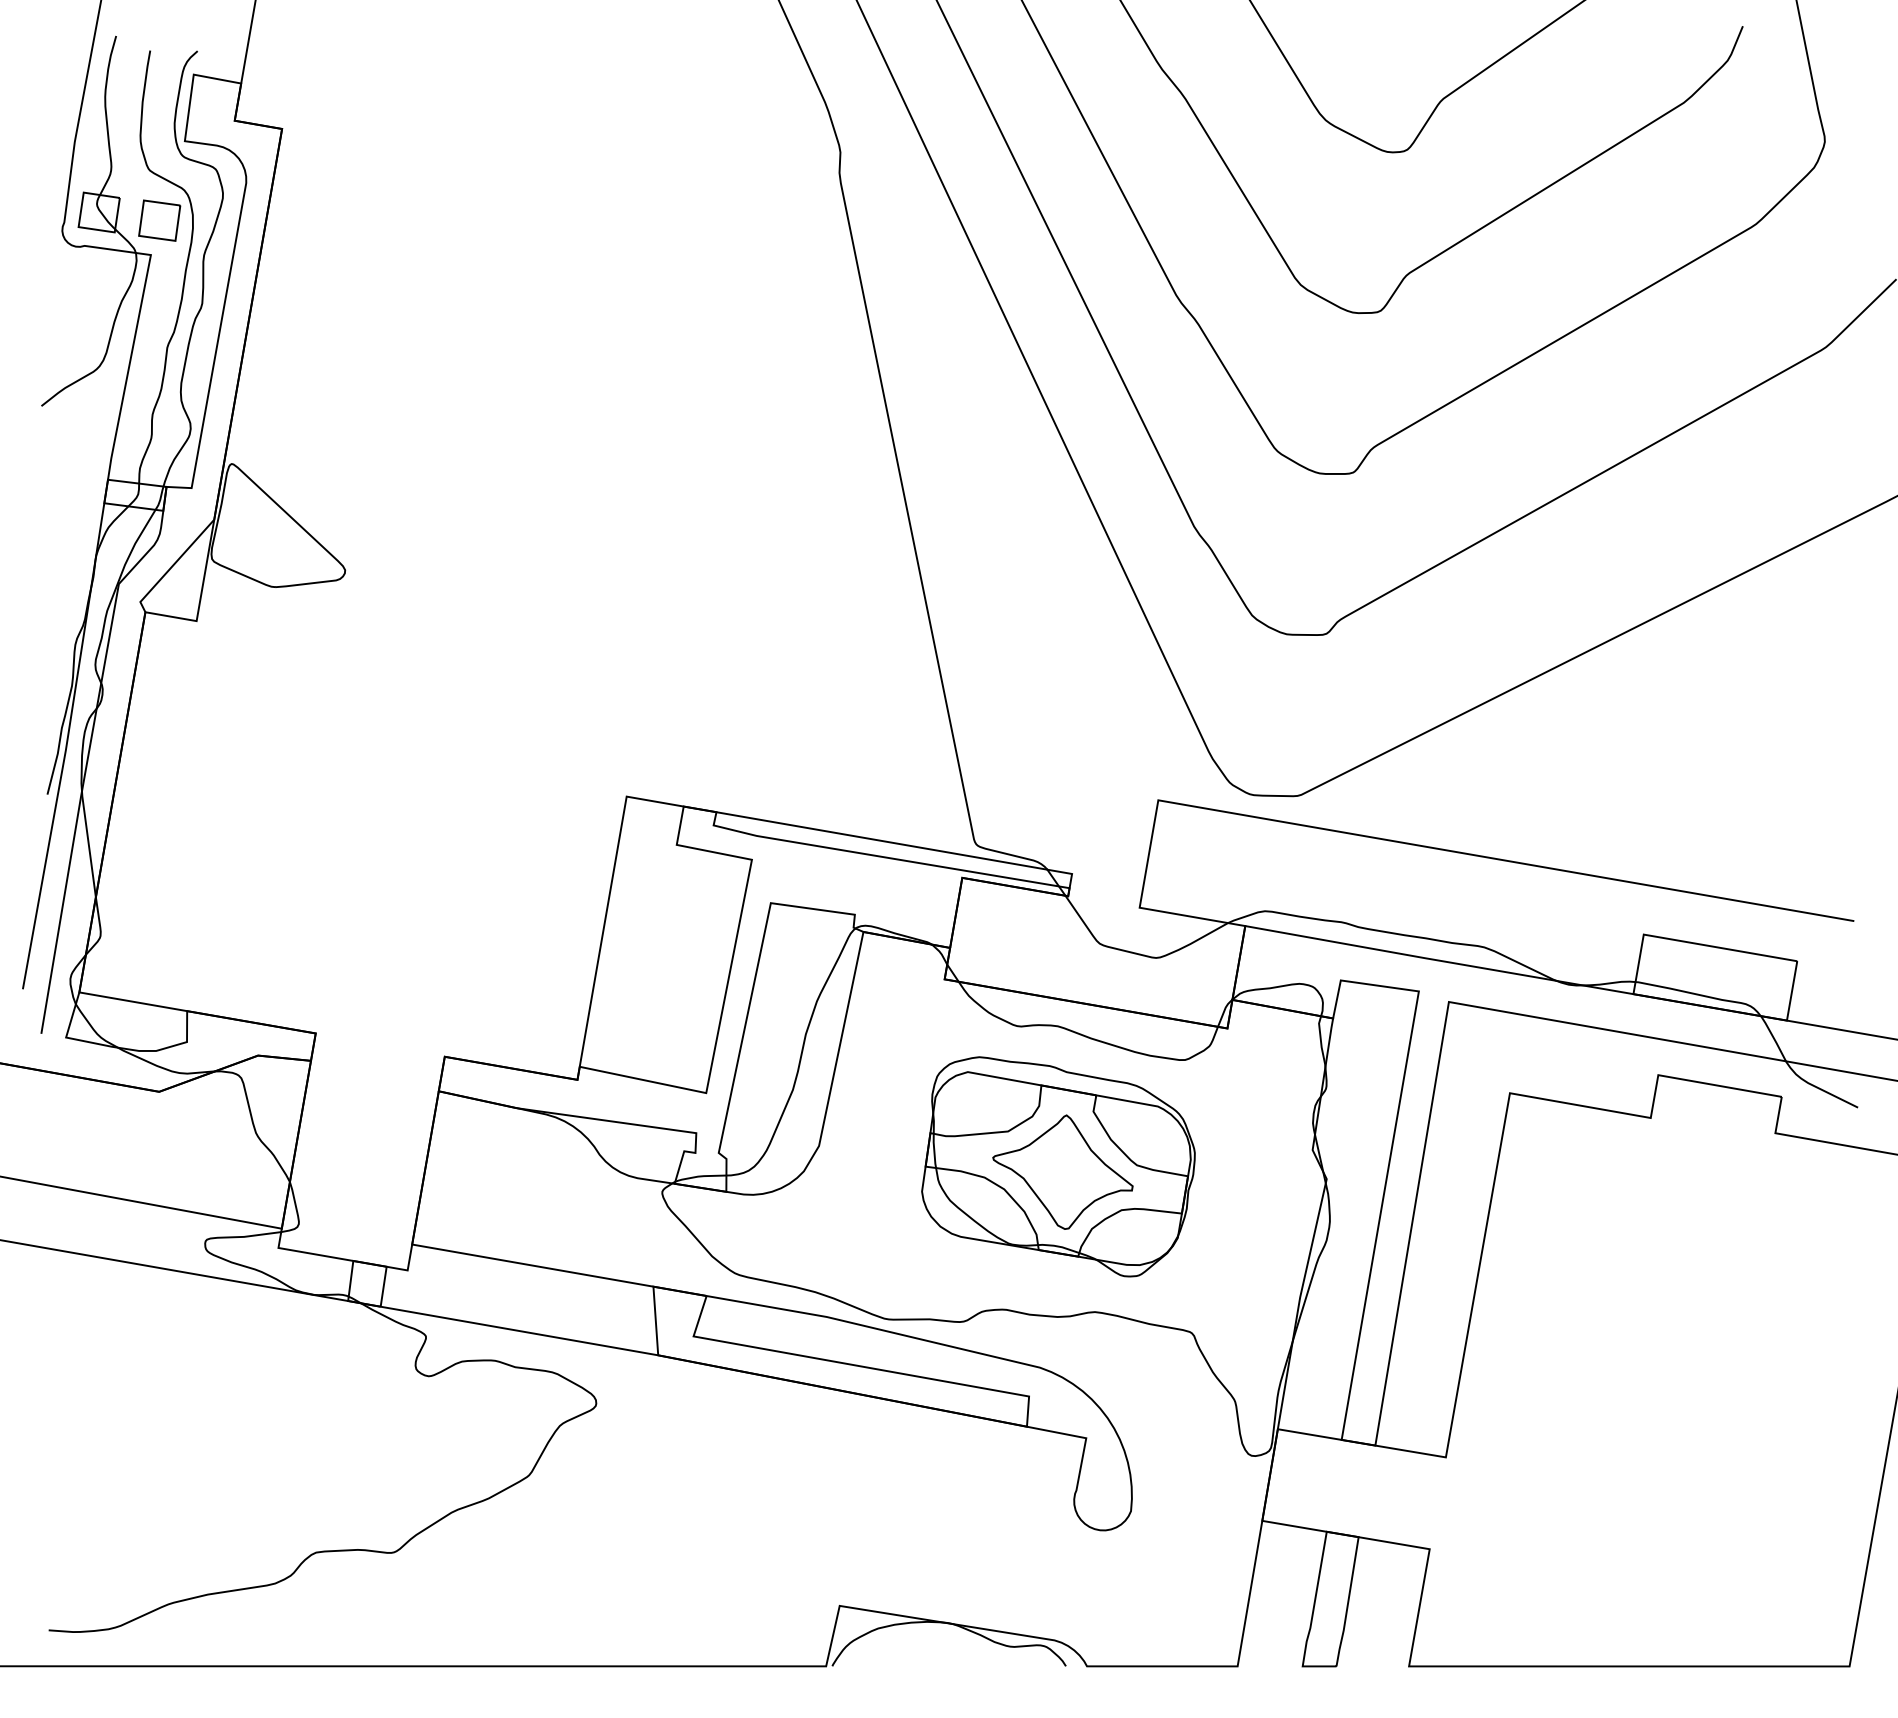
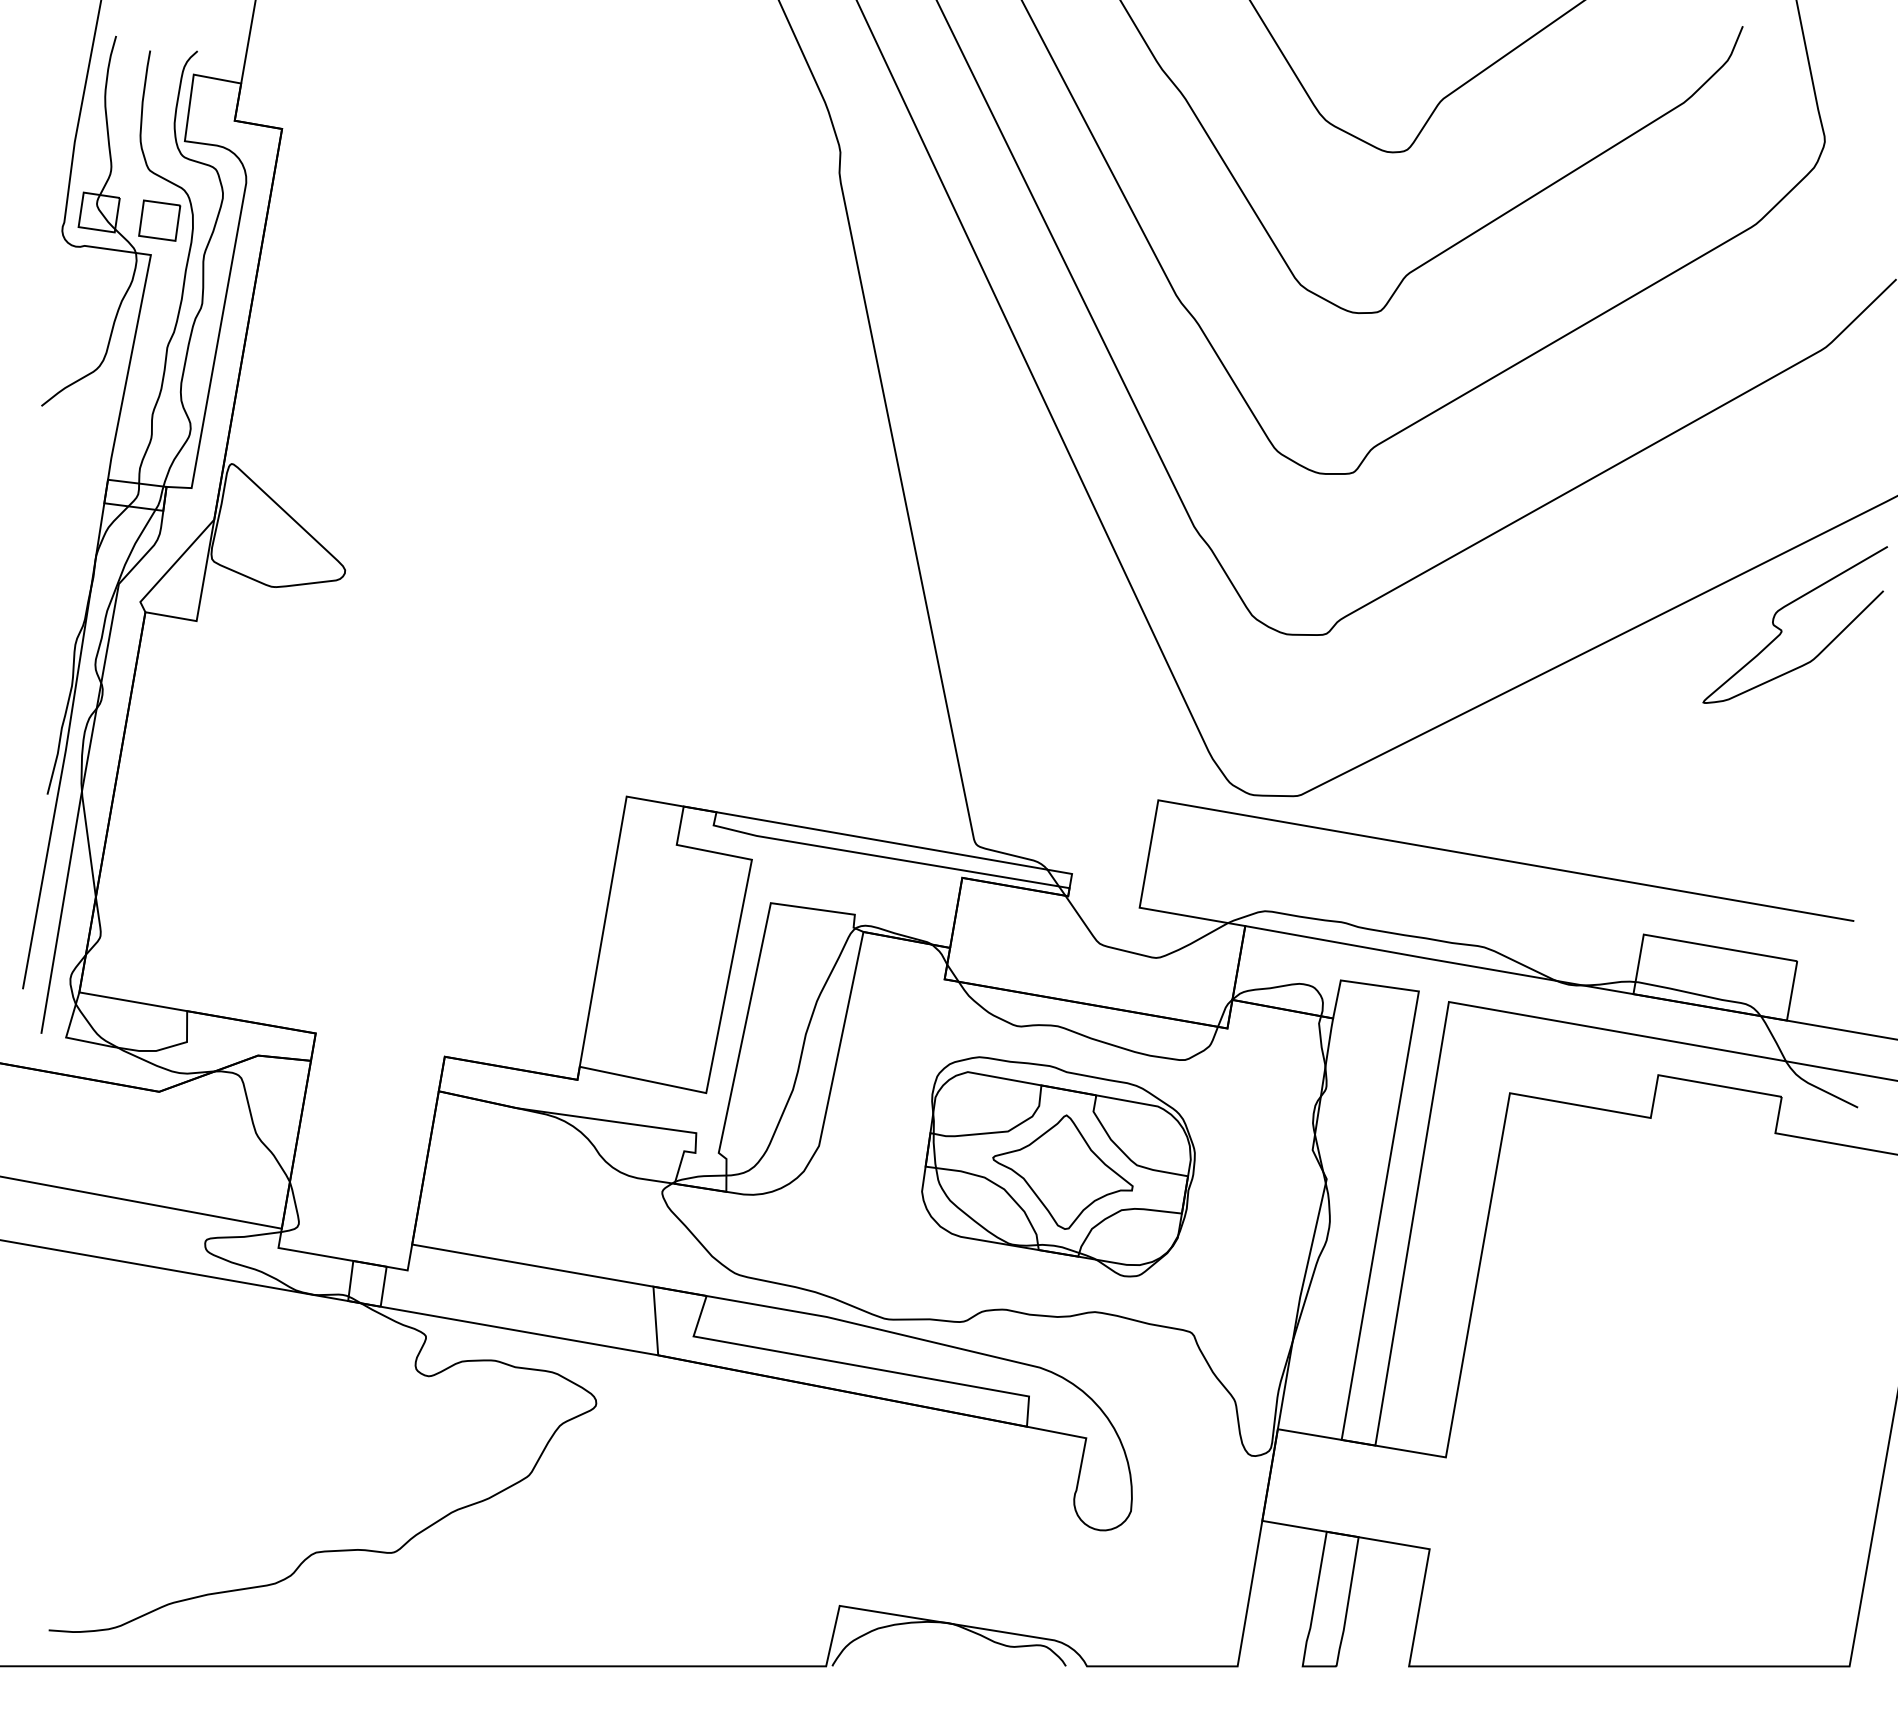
curve at (1782, 630): none -> present
